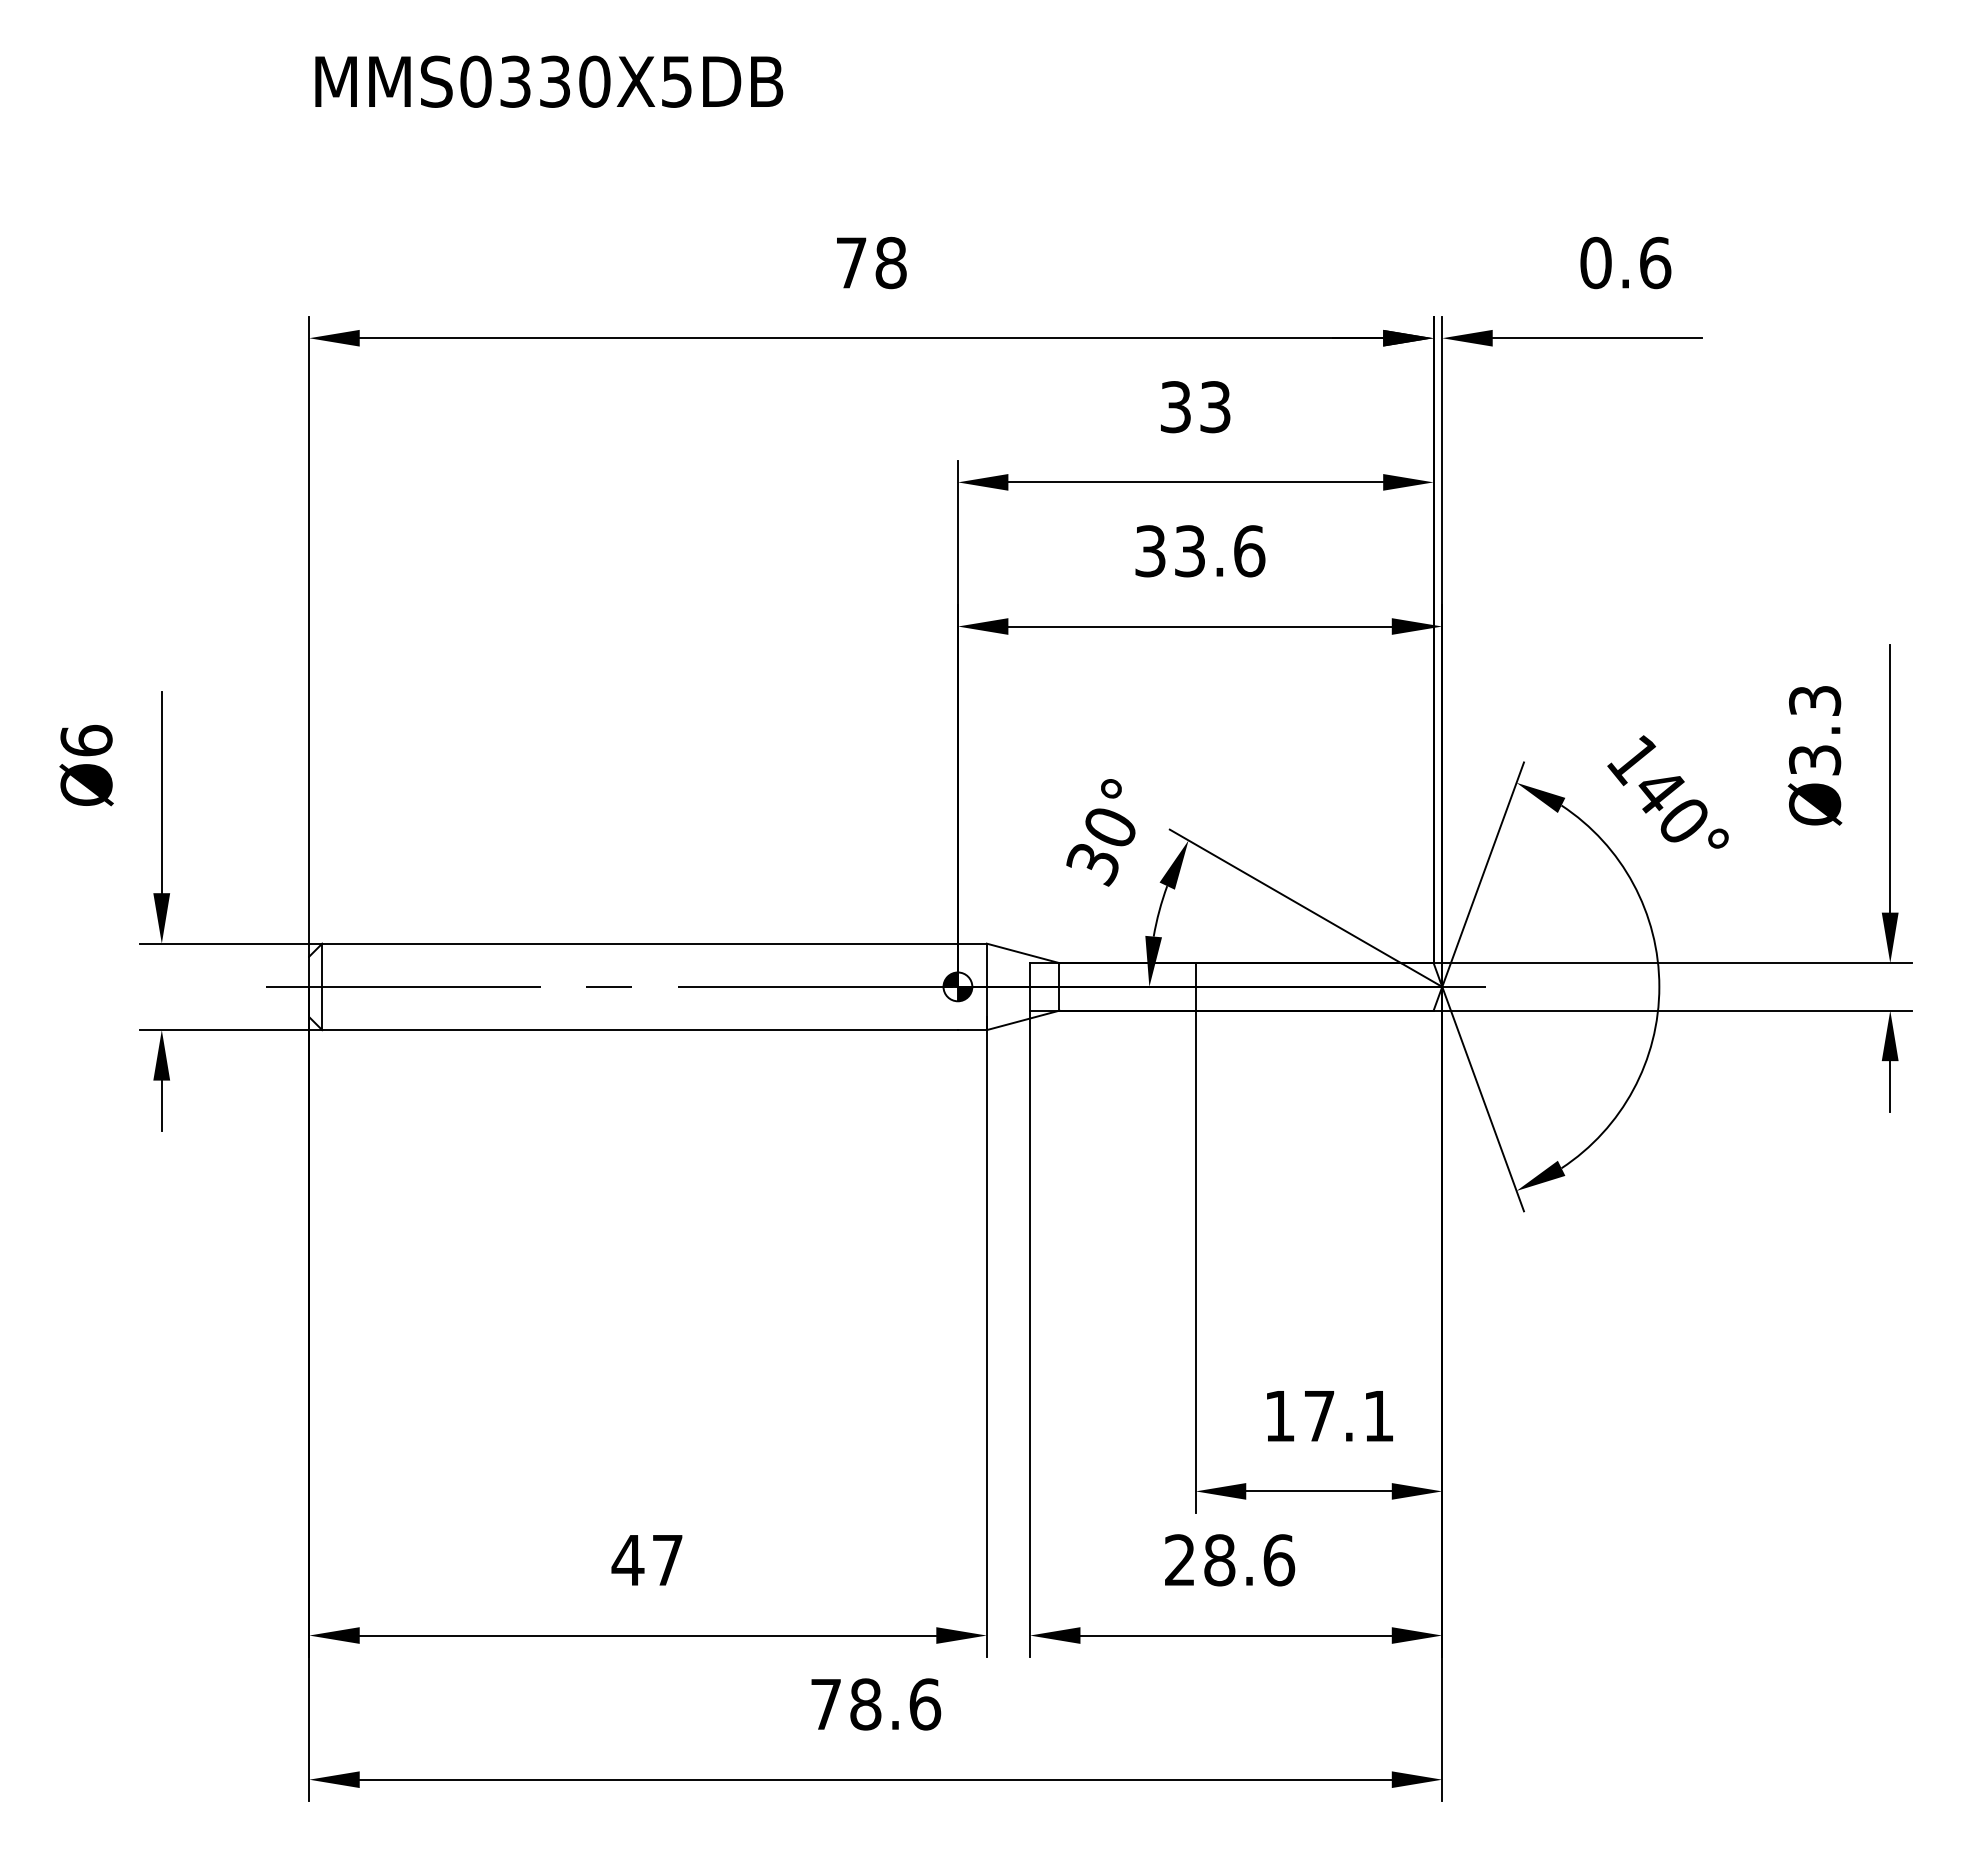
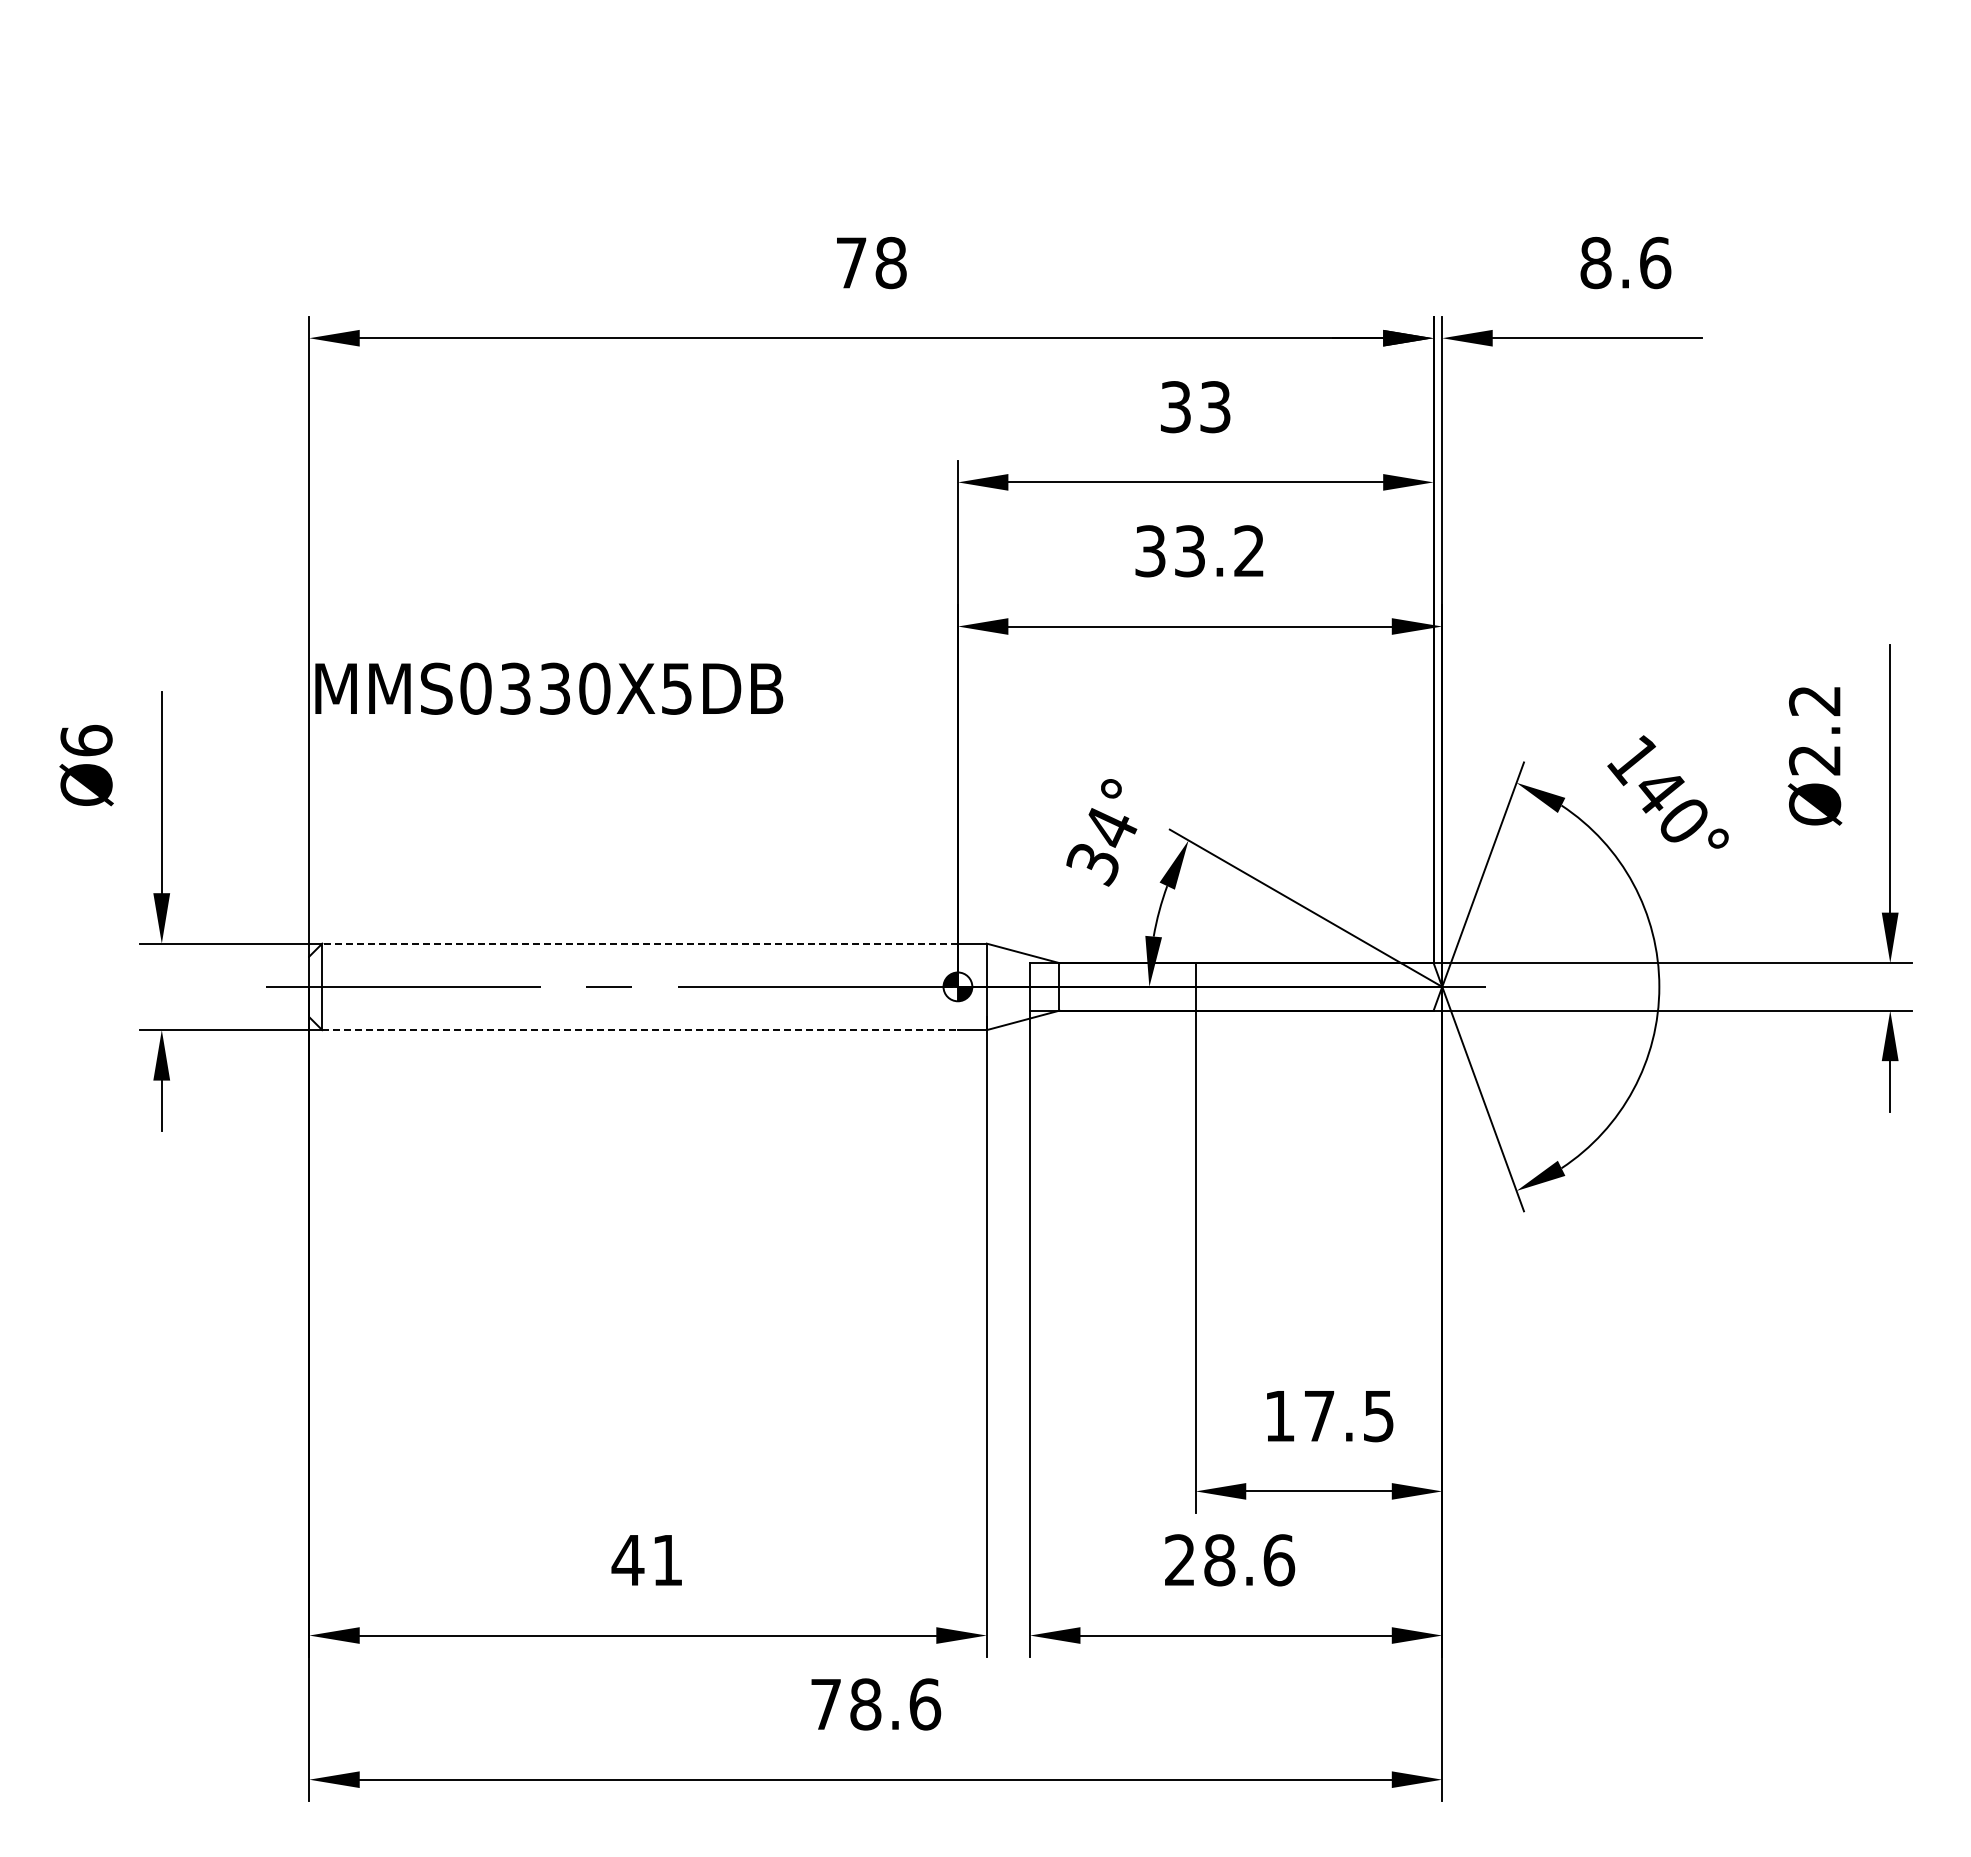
text at (549, 81) position: (549, 81) -> (549, 688)
text at (1595, 262): 0.6 -> 8.6
text at (1249, 551): 33.6 -> 33.2
text at (1815, 730): Ø3.3 -> Ø2.2
text at (1111, 827): 30° -> 34°
line at (640, 943): solid -> dashed
line at (640, 1030): solid -> dashed
text at (1378, 1416): 17.1 -> 17.5
text at (667, 1560): 47 -> 41
